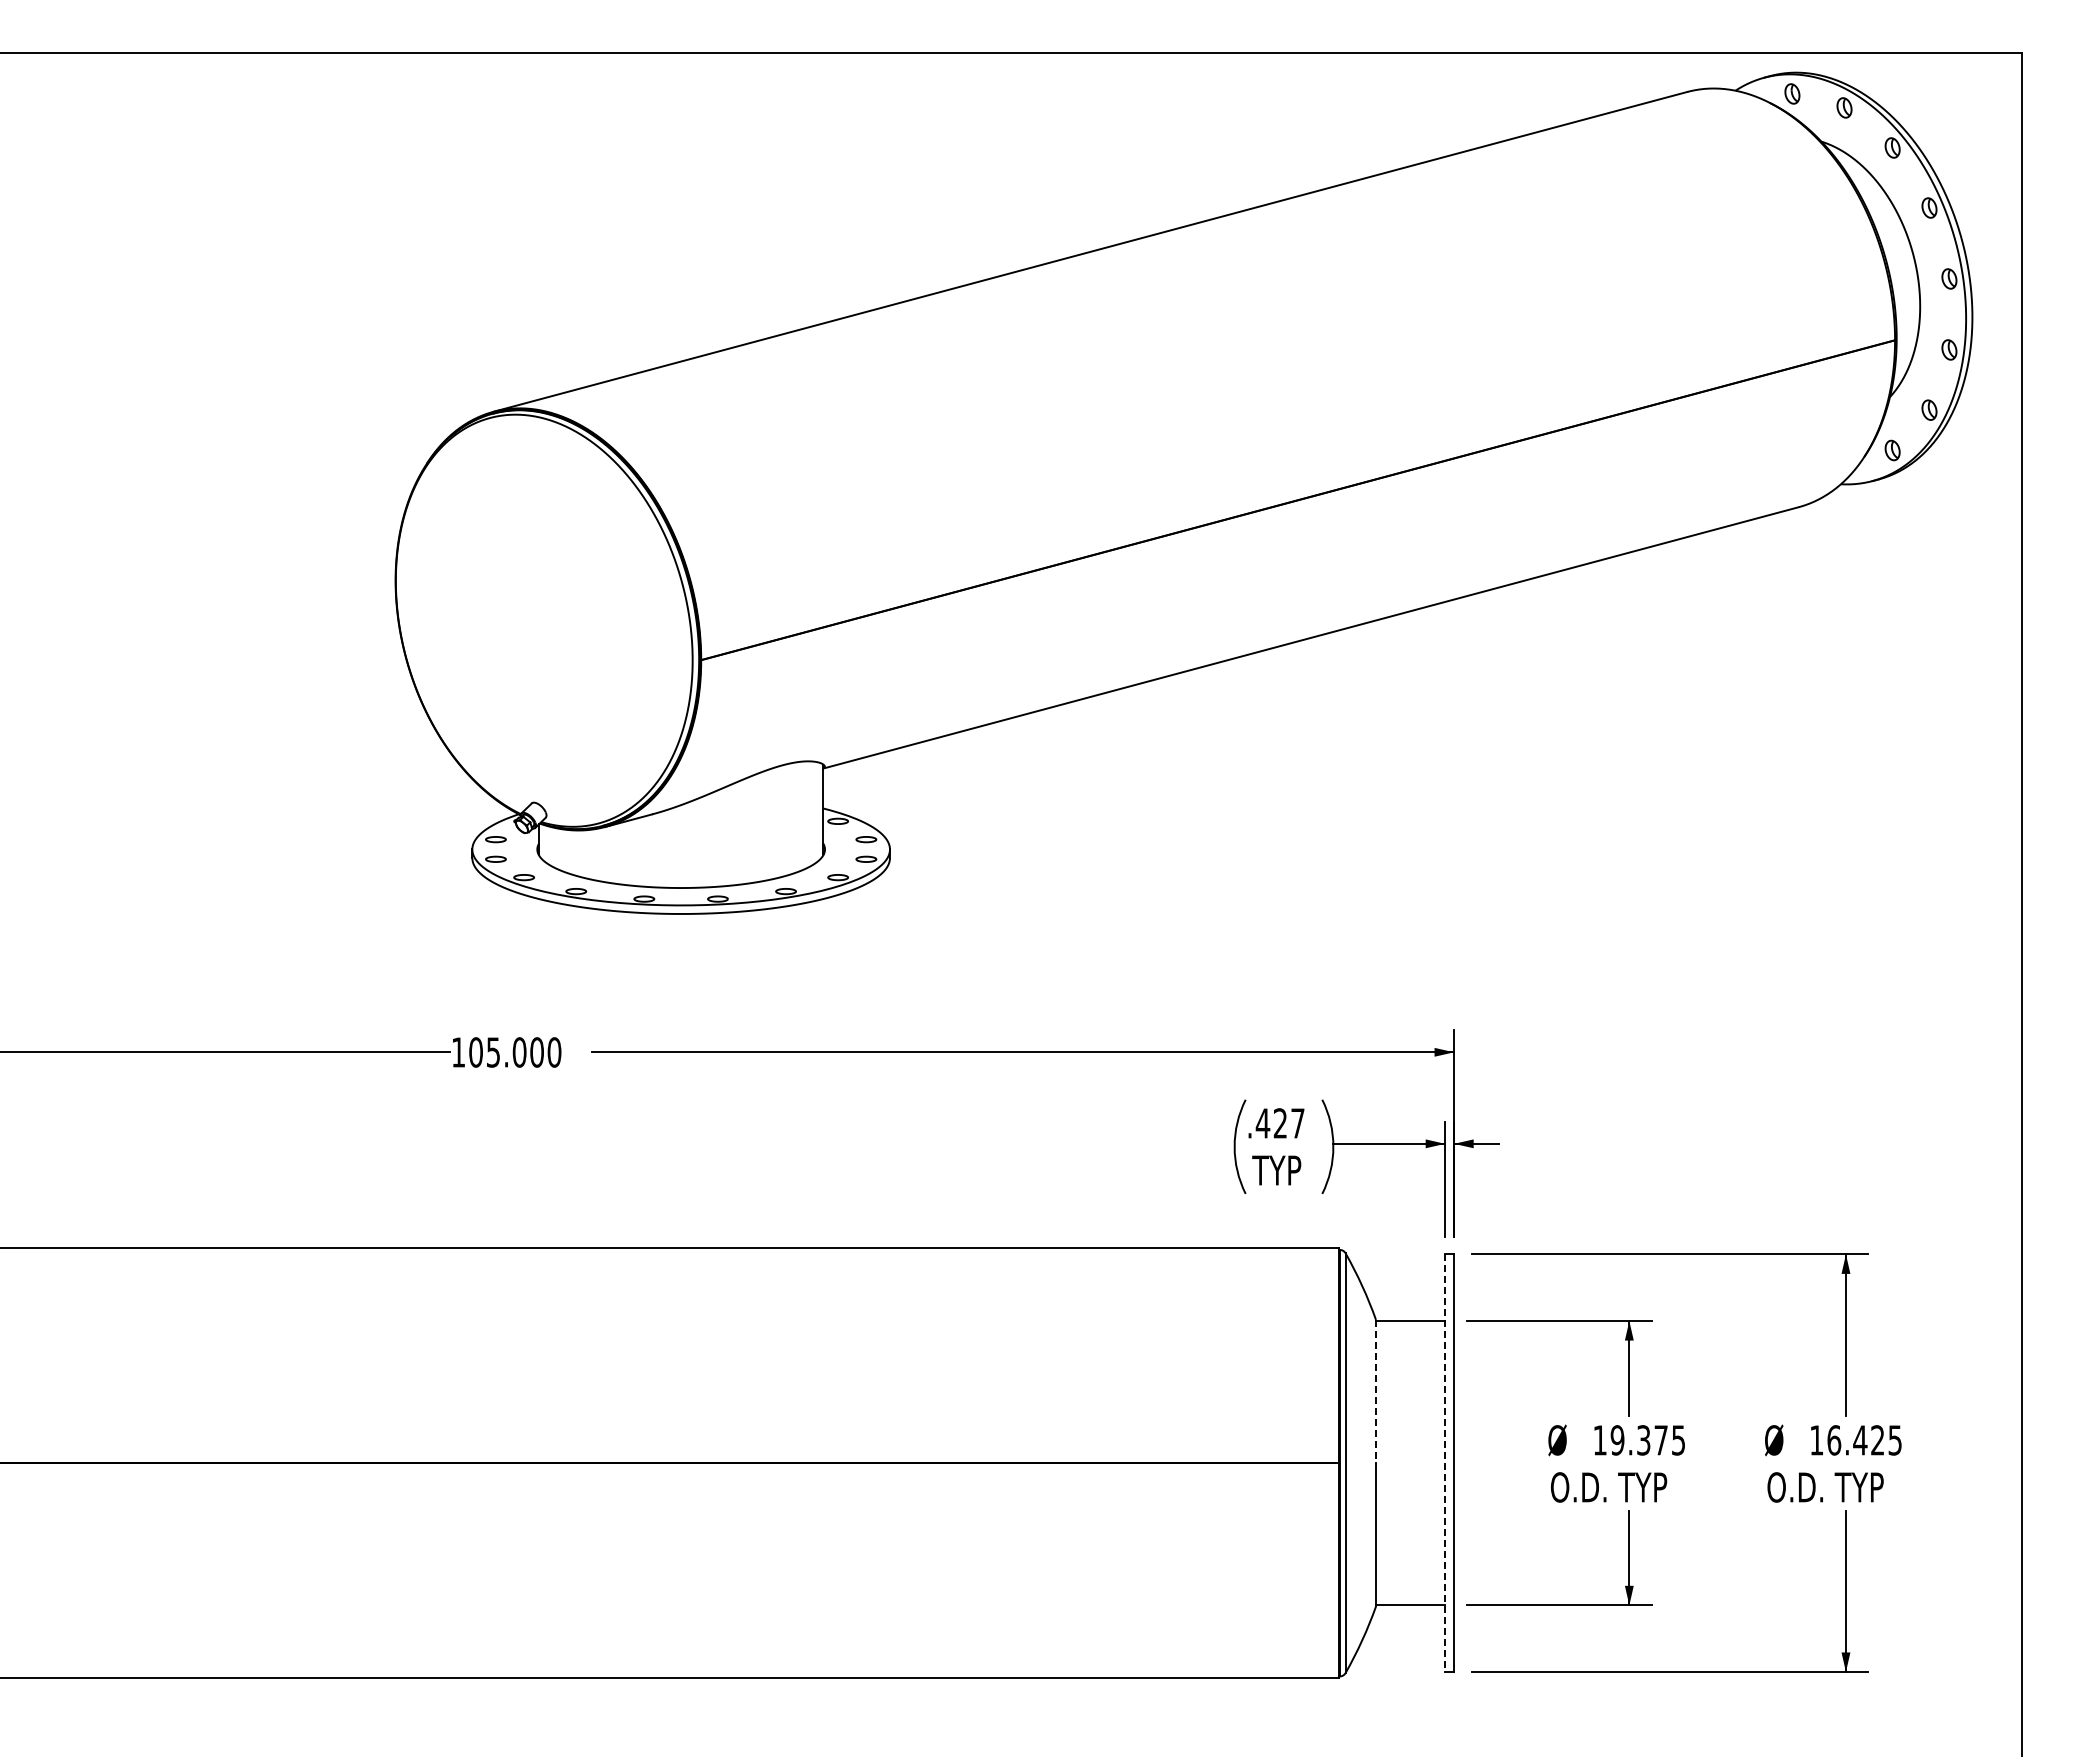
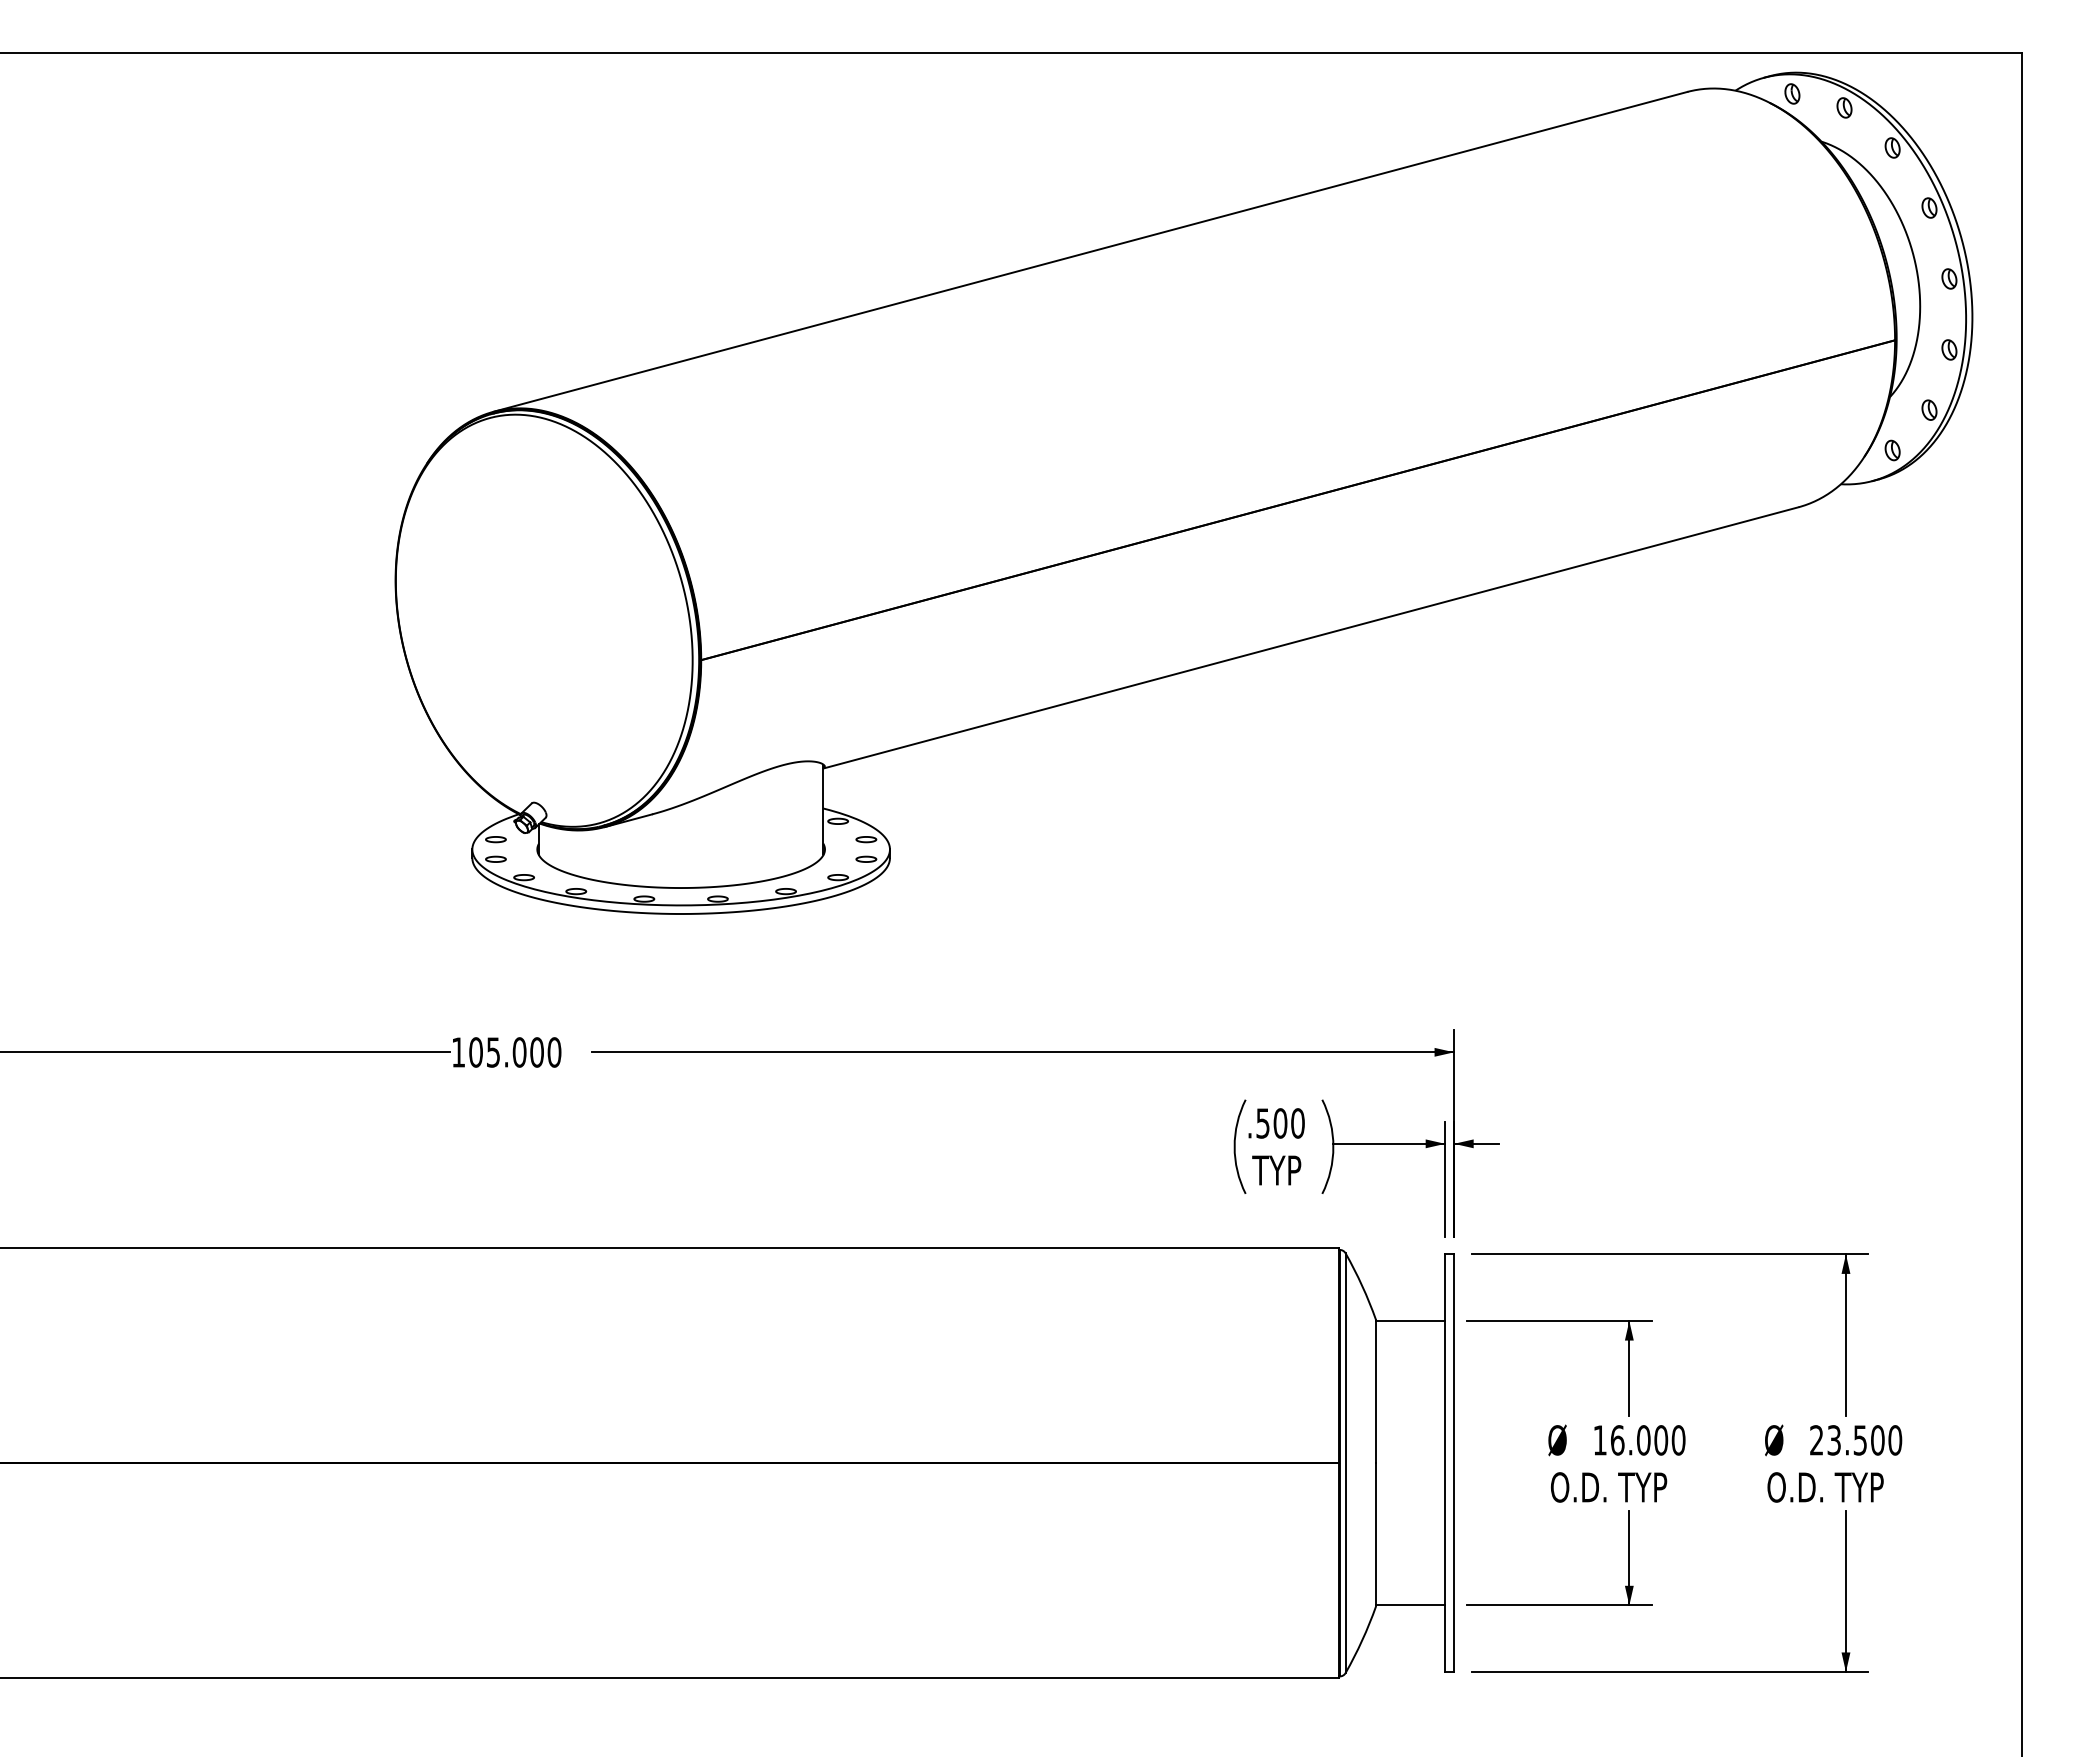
text at (1279, 1123): .427 -> .500
line at (1376, 1391): dashed -> solid
text at (1647, 1440): 19.375 -> 16.000
text at (1856, 1440): 16.425 -> 23.500
line at (1445, 1463): dashed -> solid
